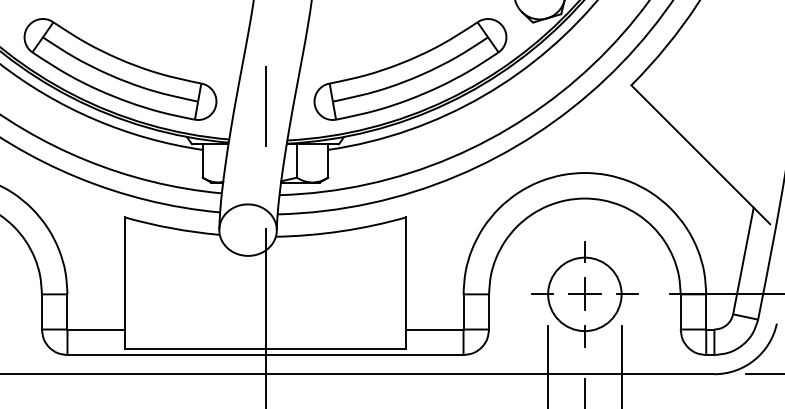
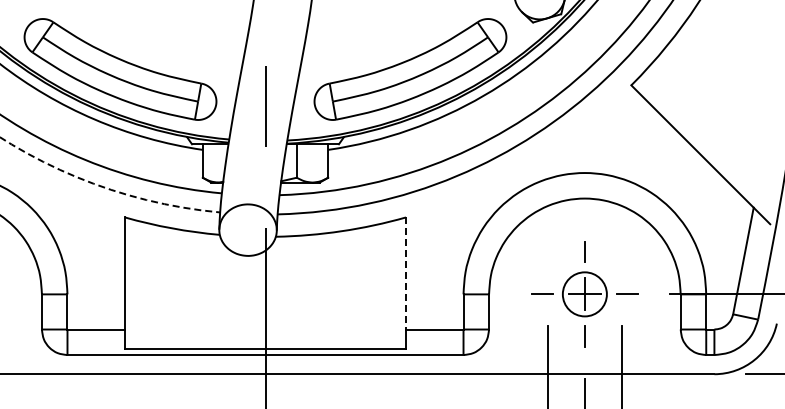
arc at (104, 187): solid -> dashed
line at (406, 273): solid -> dashed
circle at (584, 294) diameter: 73 px -> 44 px
